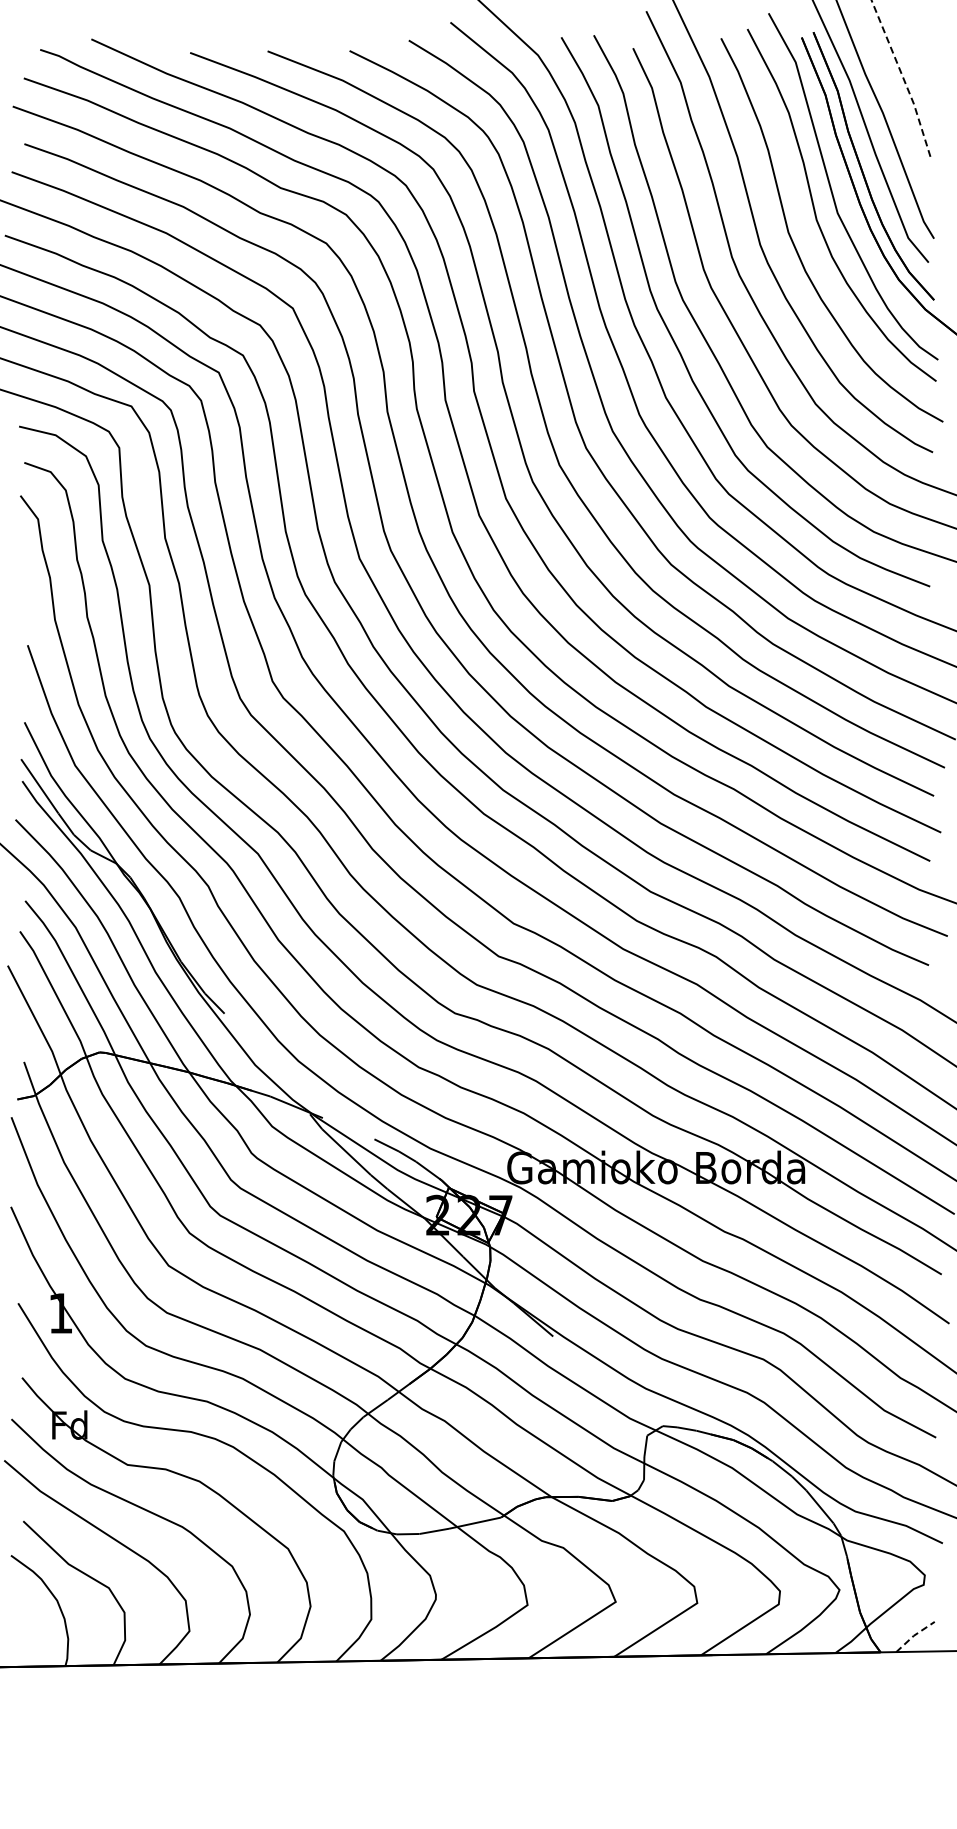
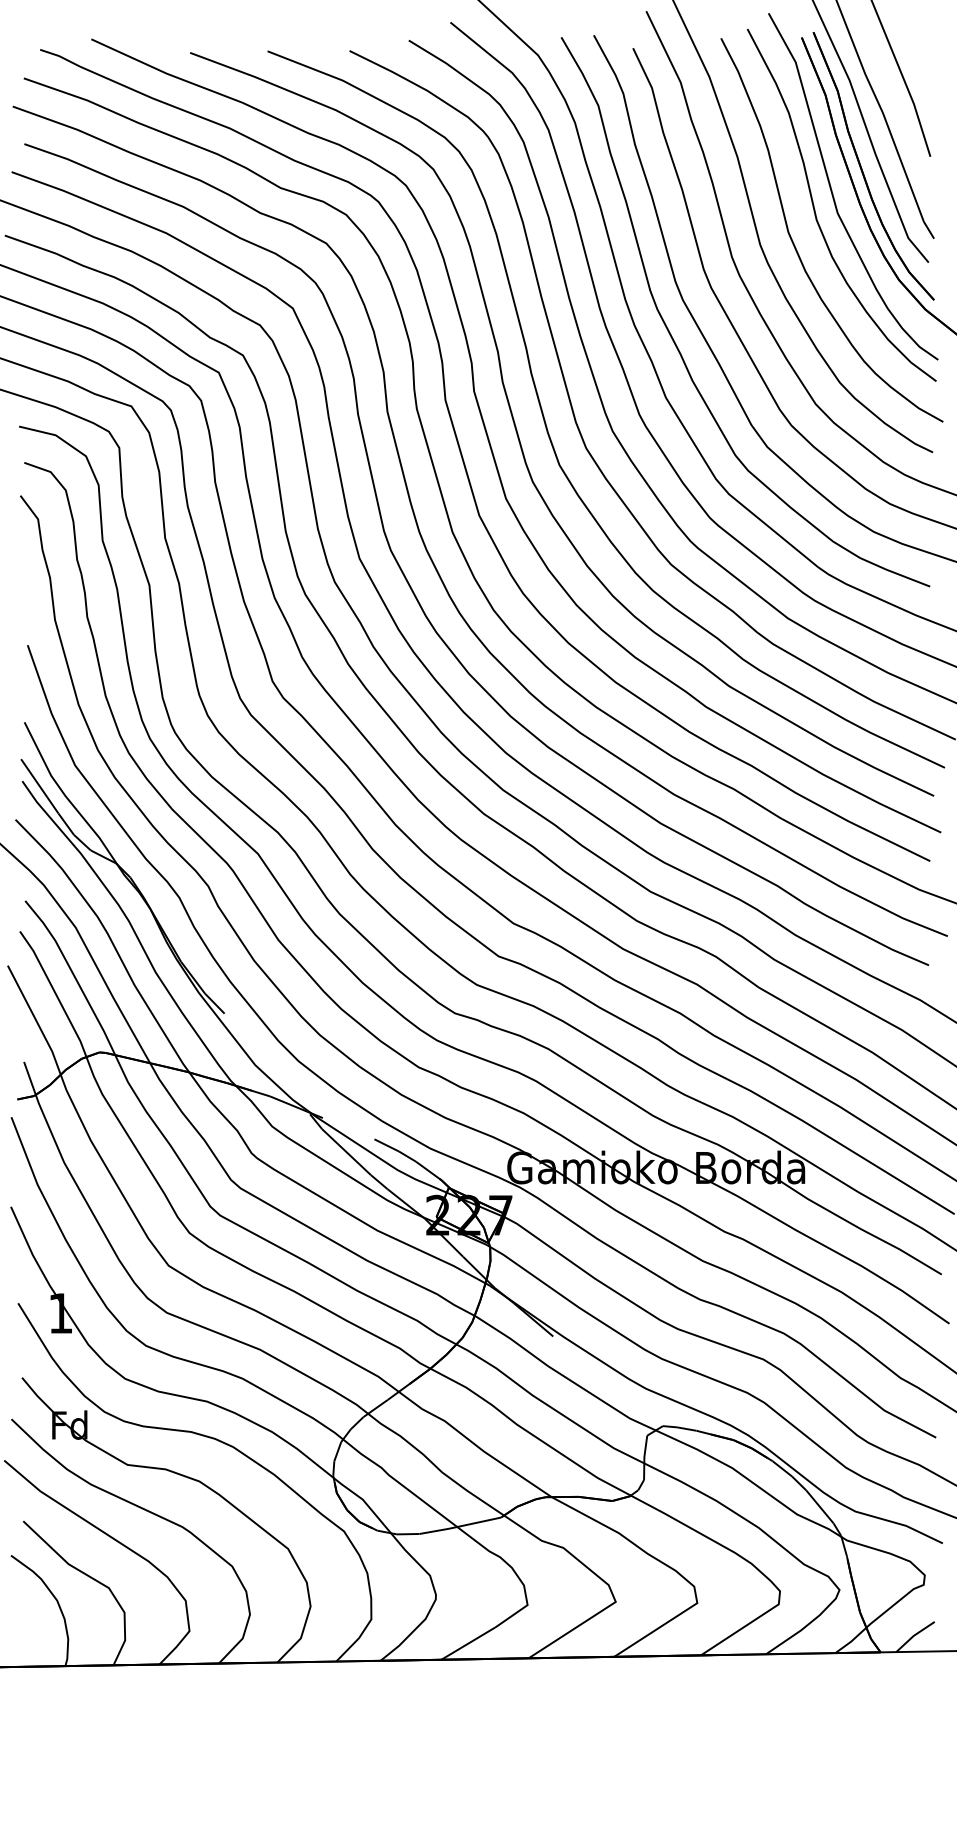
line at (903, 78): dashed -> solid
line at (914, 1635): dashed -> solid
